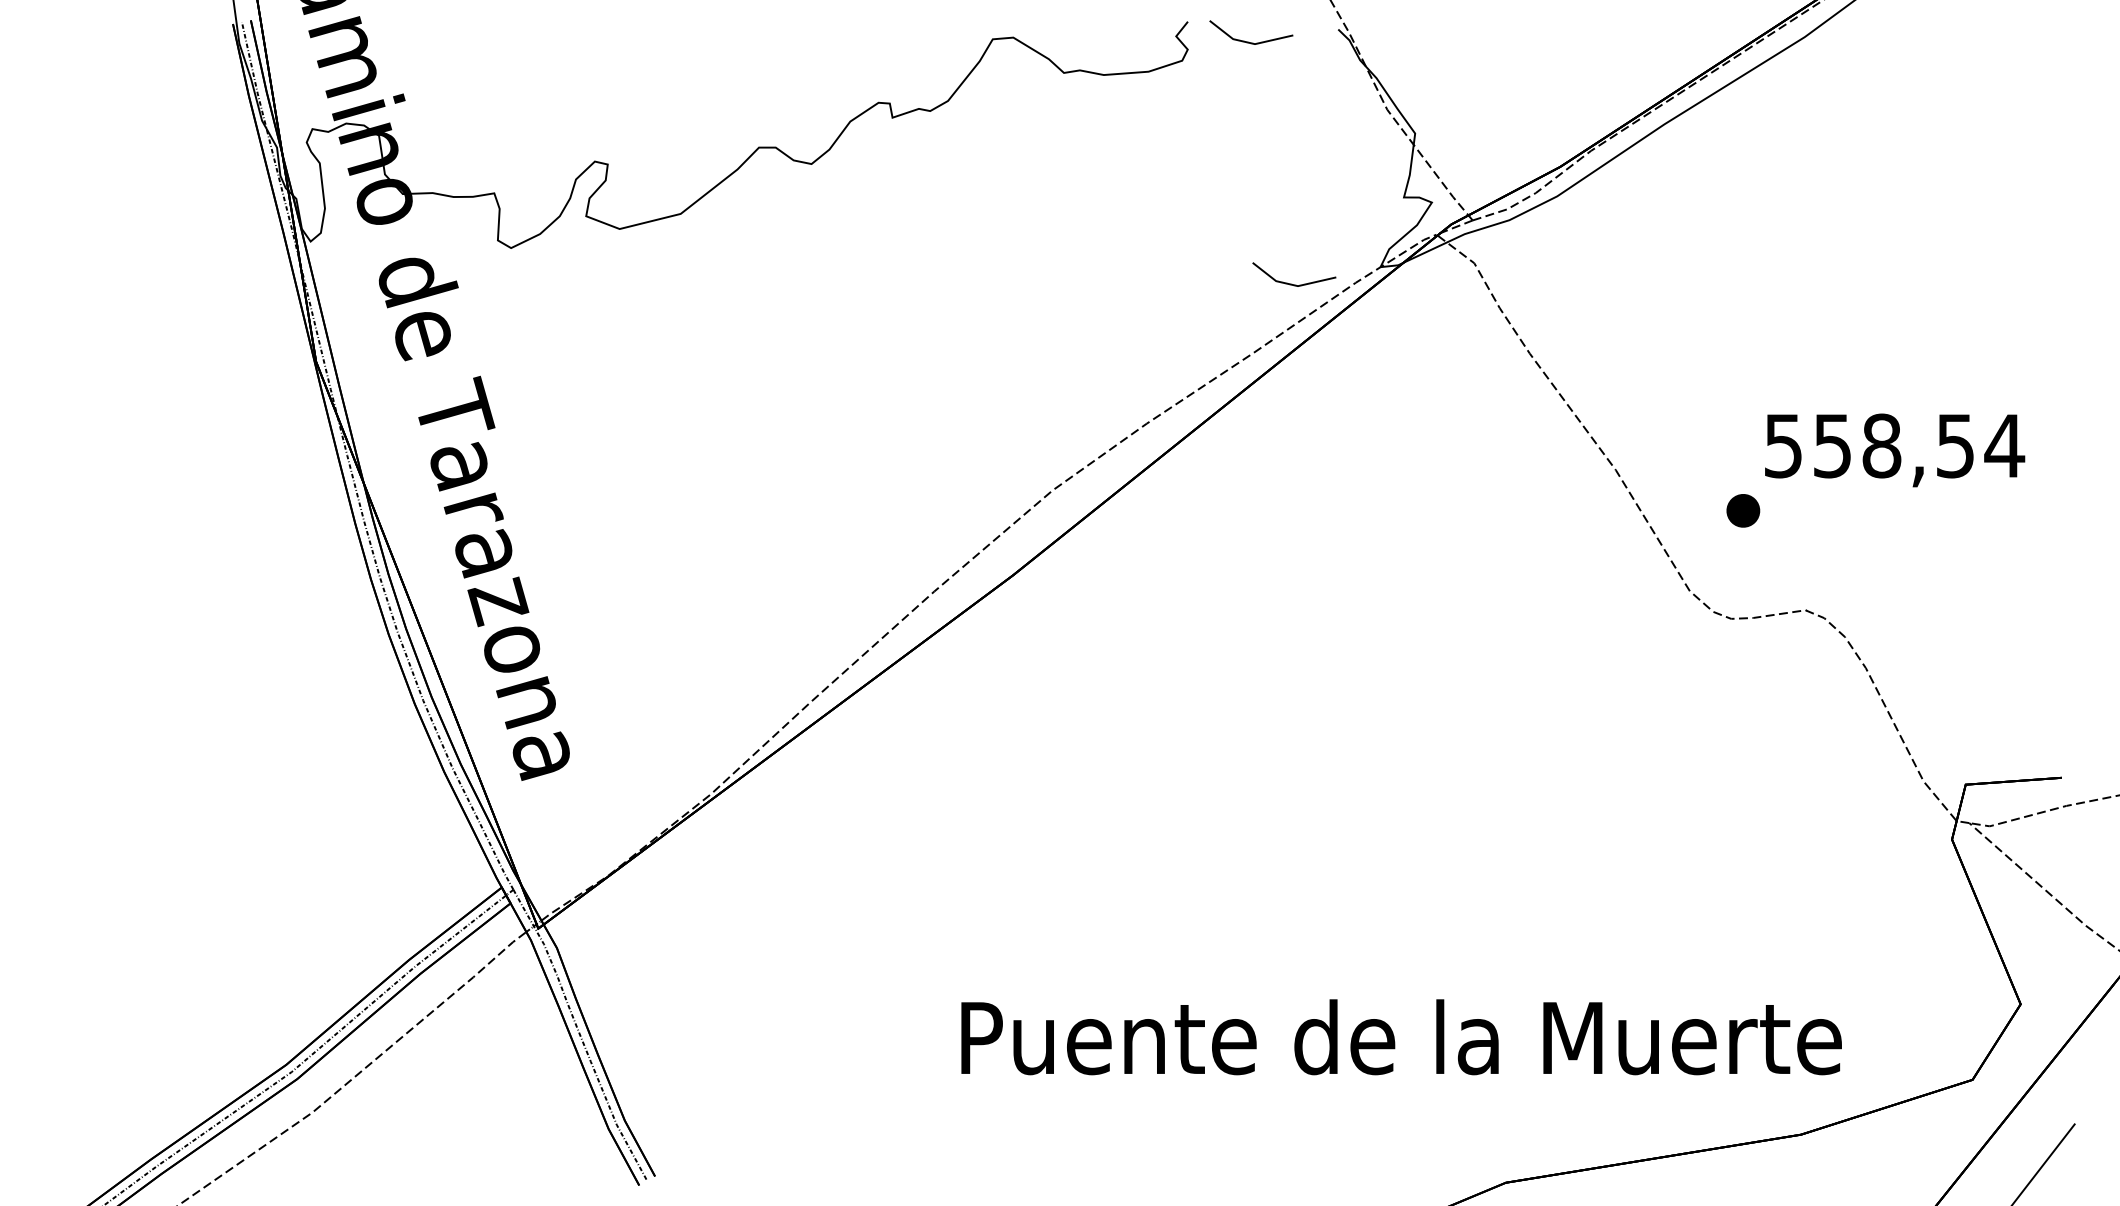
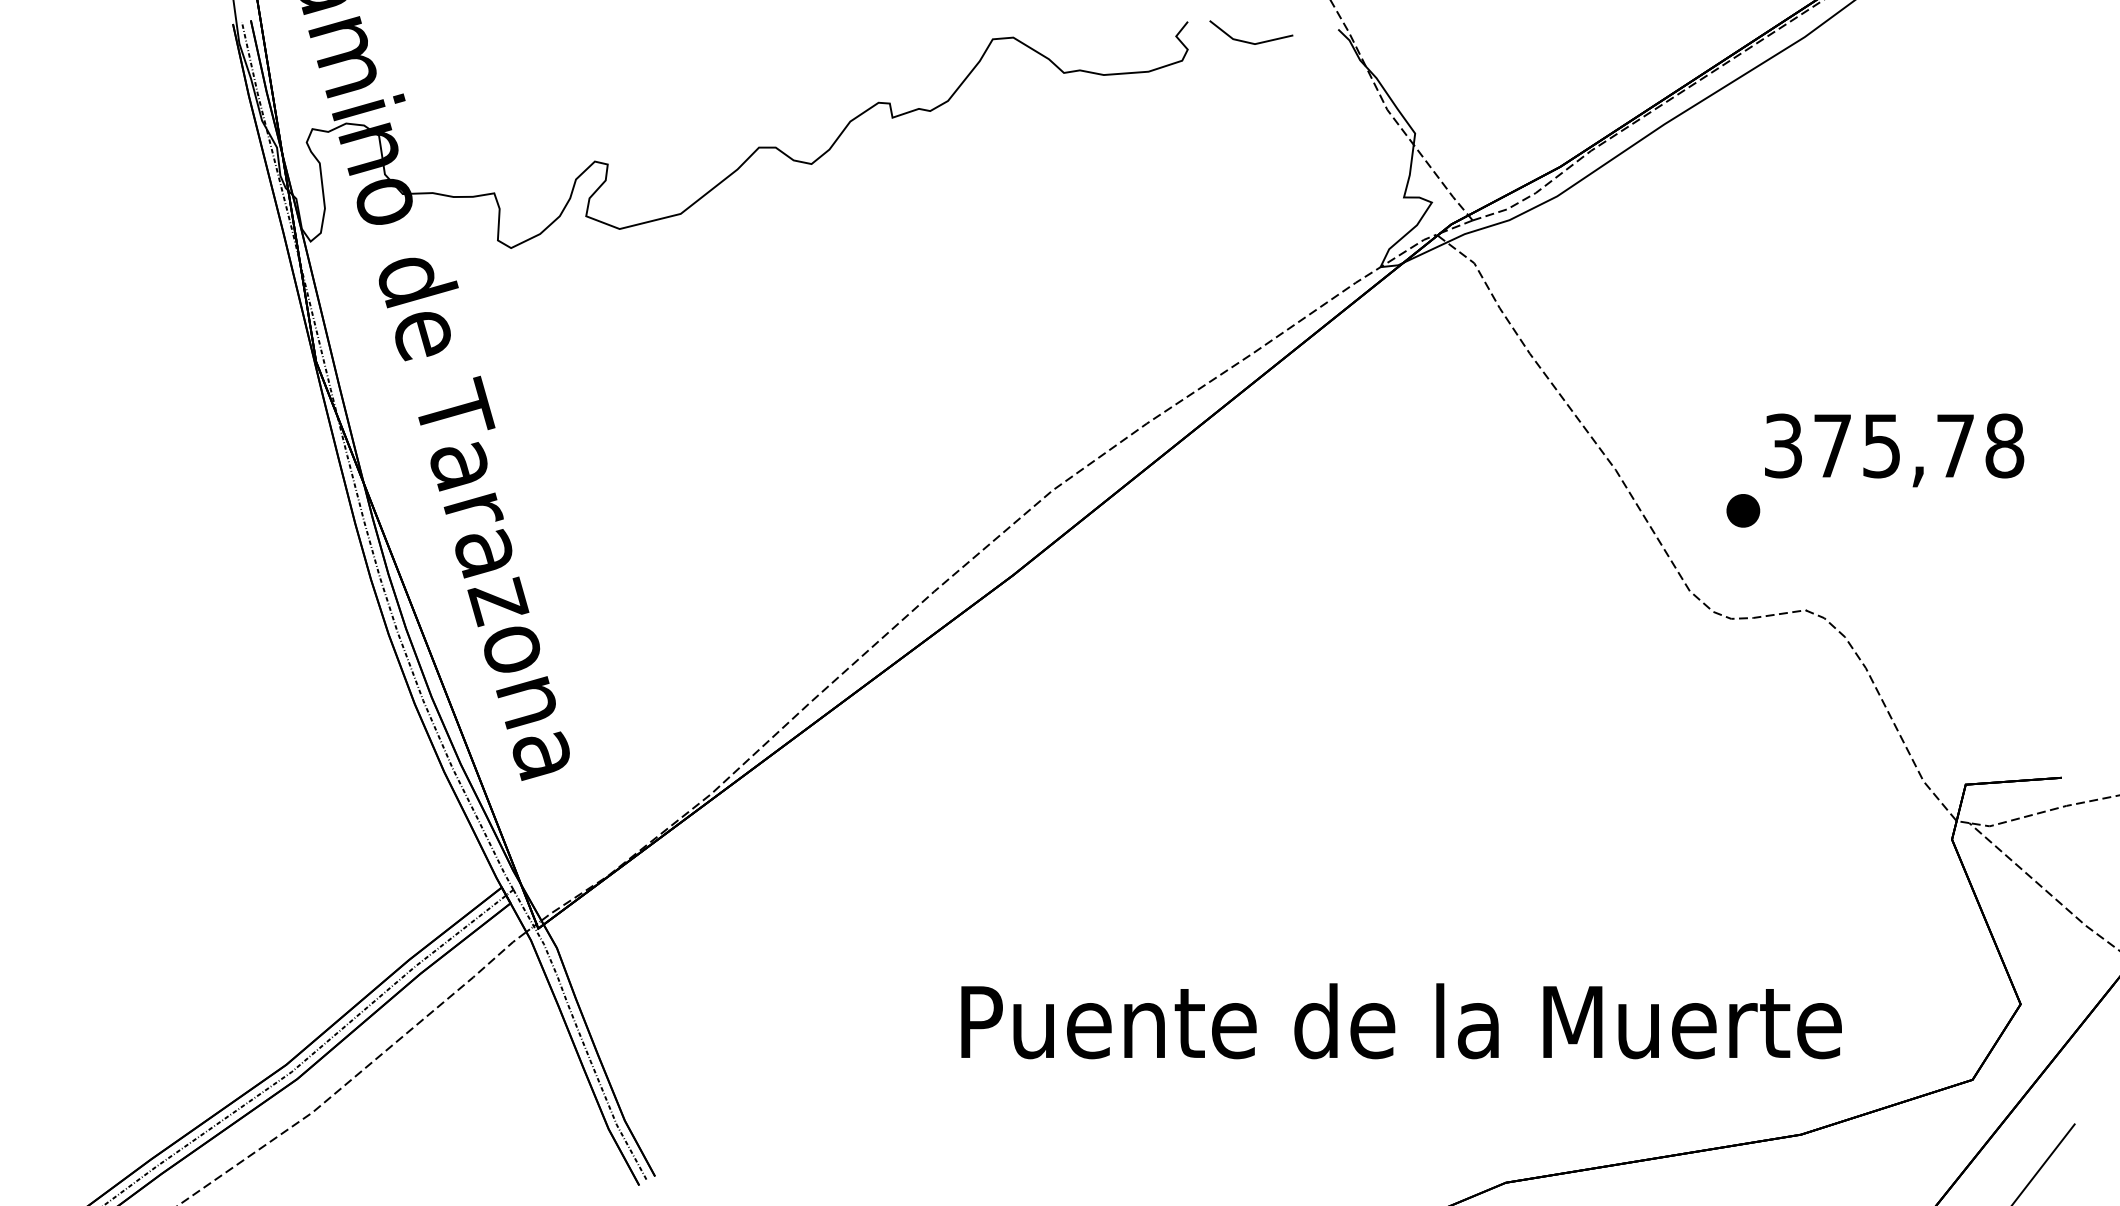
line at (1291, 283): present -> none
text at (1895, 445): 558,54 -> 375,78
text at (1401, 1037) position: (1401, 1037) -> (1401, 1021)
